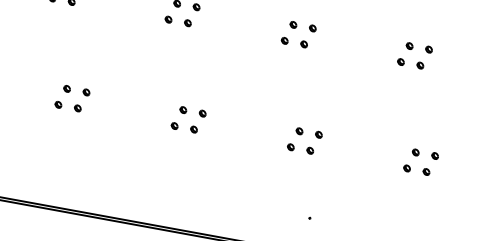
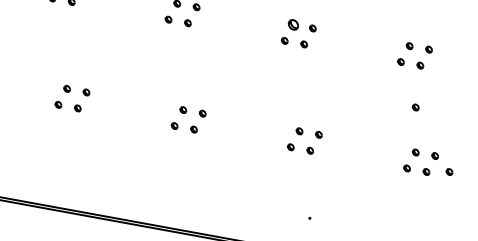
part at (293, 24) size: 9x8 px -> 12x12 px
part at (415, 107): none -> present
part at (449, 171): none -> present
